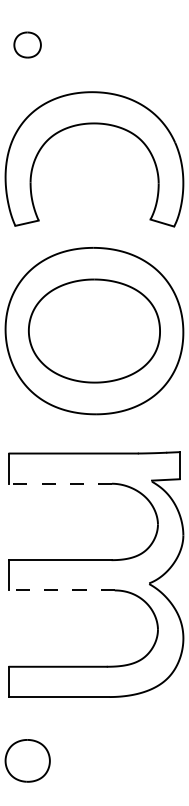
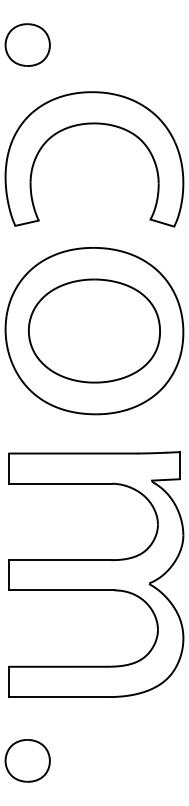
part at (27, 44) size: 29x28 px -> 47x44 px
line at (60, 483): dashed -> solid
line at (62, 590): dashed -> solid
